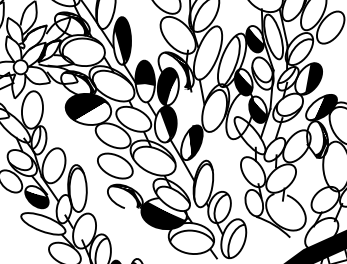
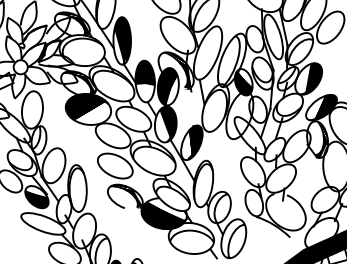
fill at (255, 39): present -> none
fill at (258, 110): present -> none
